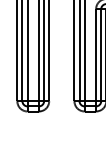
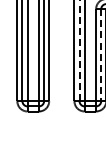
line at (79, 50): solid -> dashed
line at (101, 55): solid -> dashed
